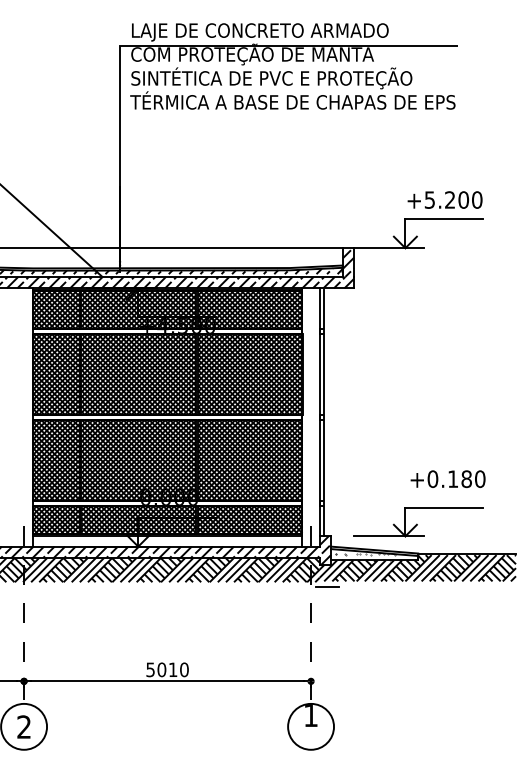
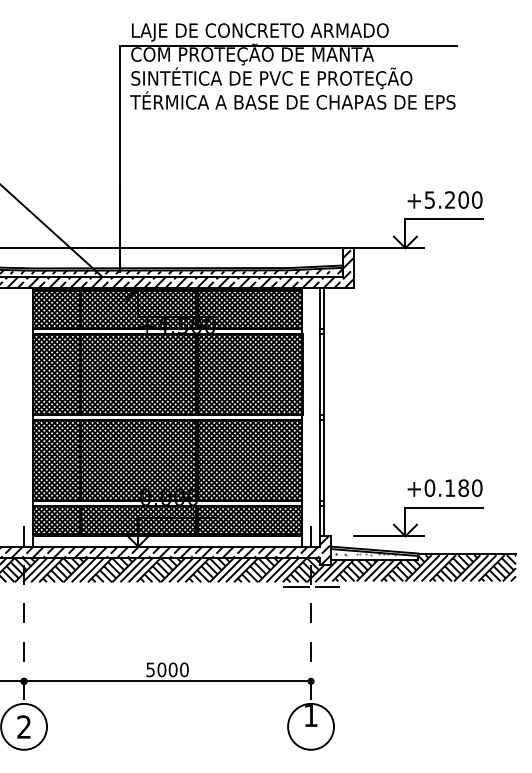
text at (447, 478) position: (447, 478) -> (444, 487)
line at (295, 586): none -> present
text at (172, 669): 5010 -> 5000
